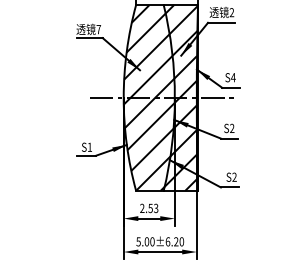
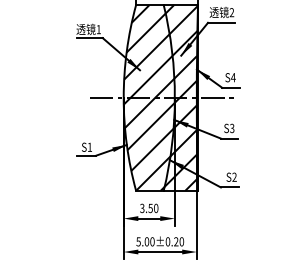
text at (98, 29): 7 -> 1
text at (232, 129): S2 -> S3
text at (149, 208): 2.53 -> 3.50
text at (167, 241): 5.00±6.20 -> 5.00±0.20
